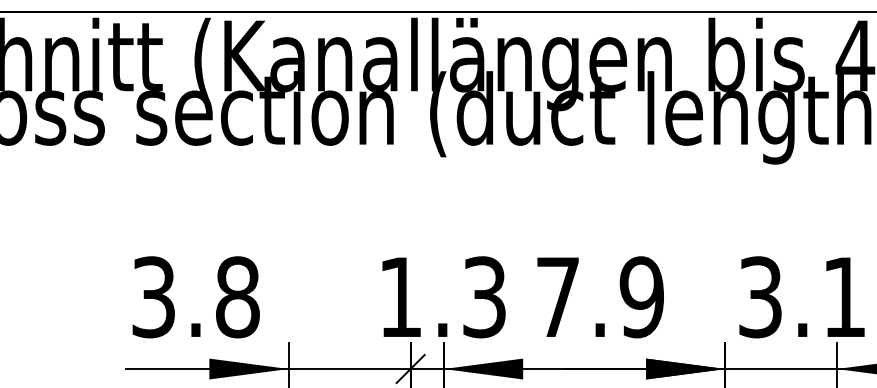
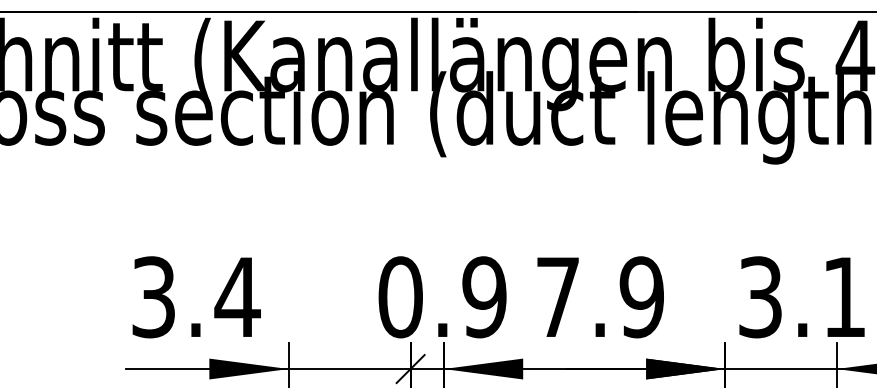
text at (237, 297): 3.8 -> 3.4
text at (442, 297): 1.3 -> 0.9
